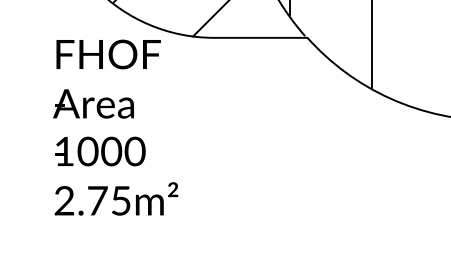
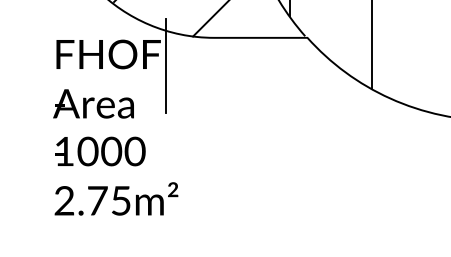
line at (165, 66): none -> present
